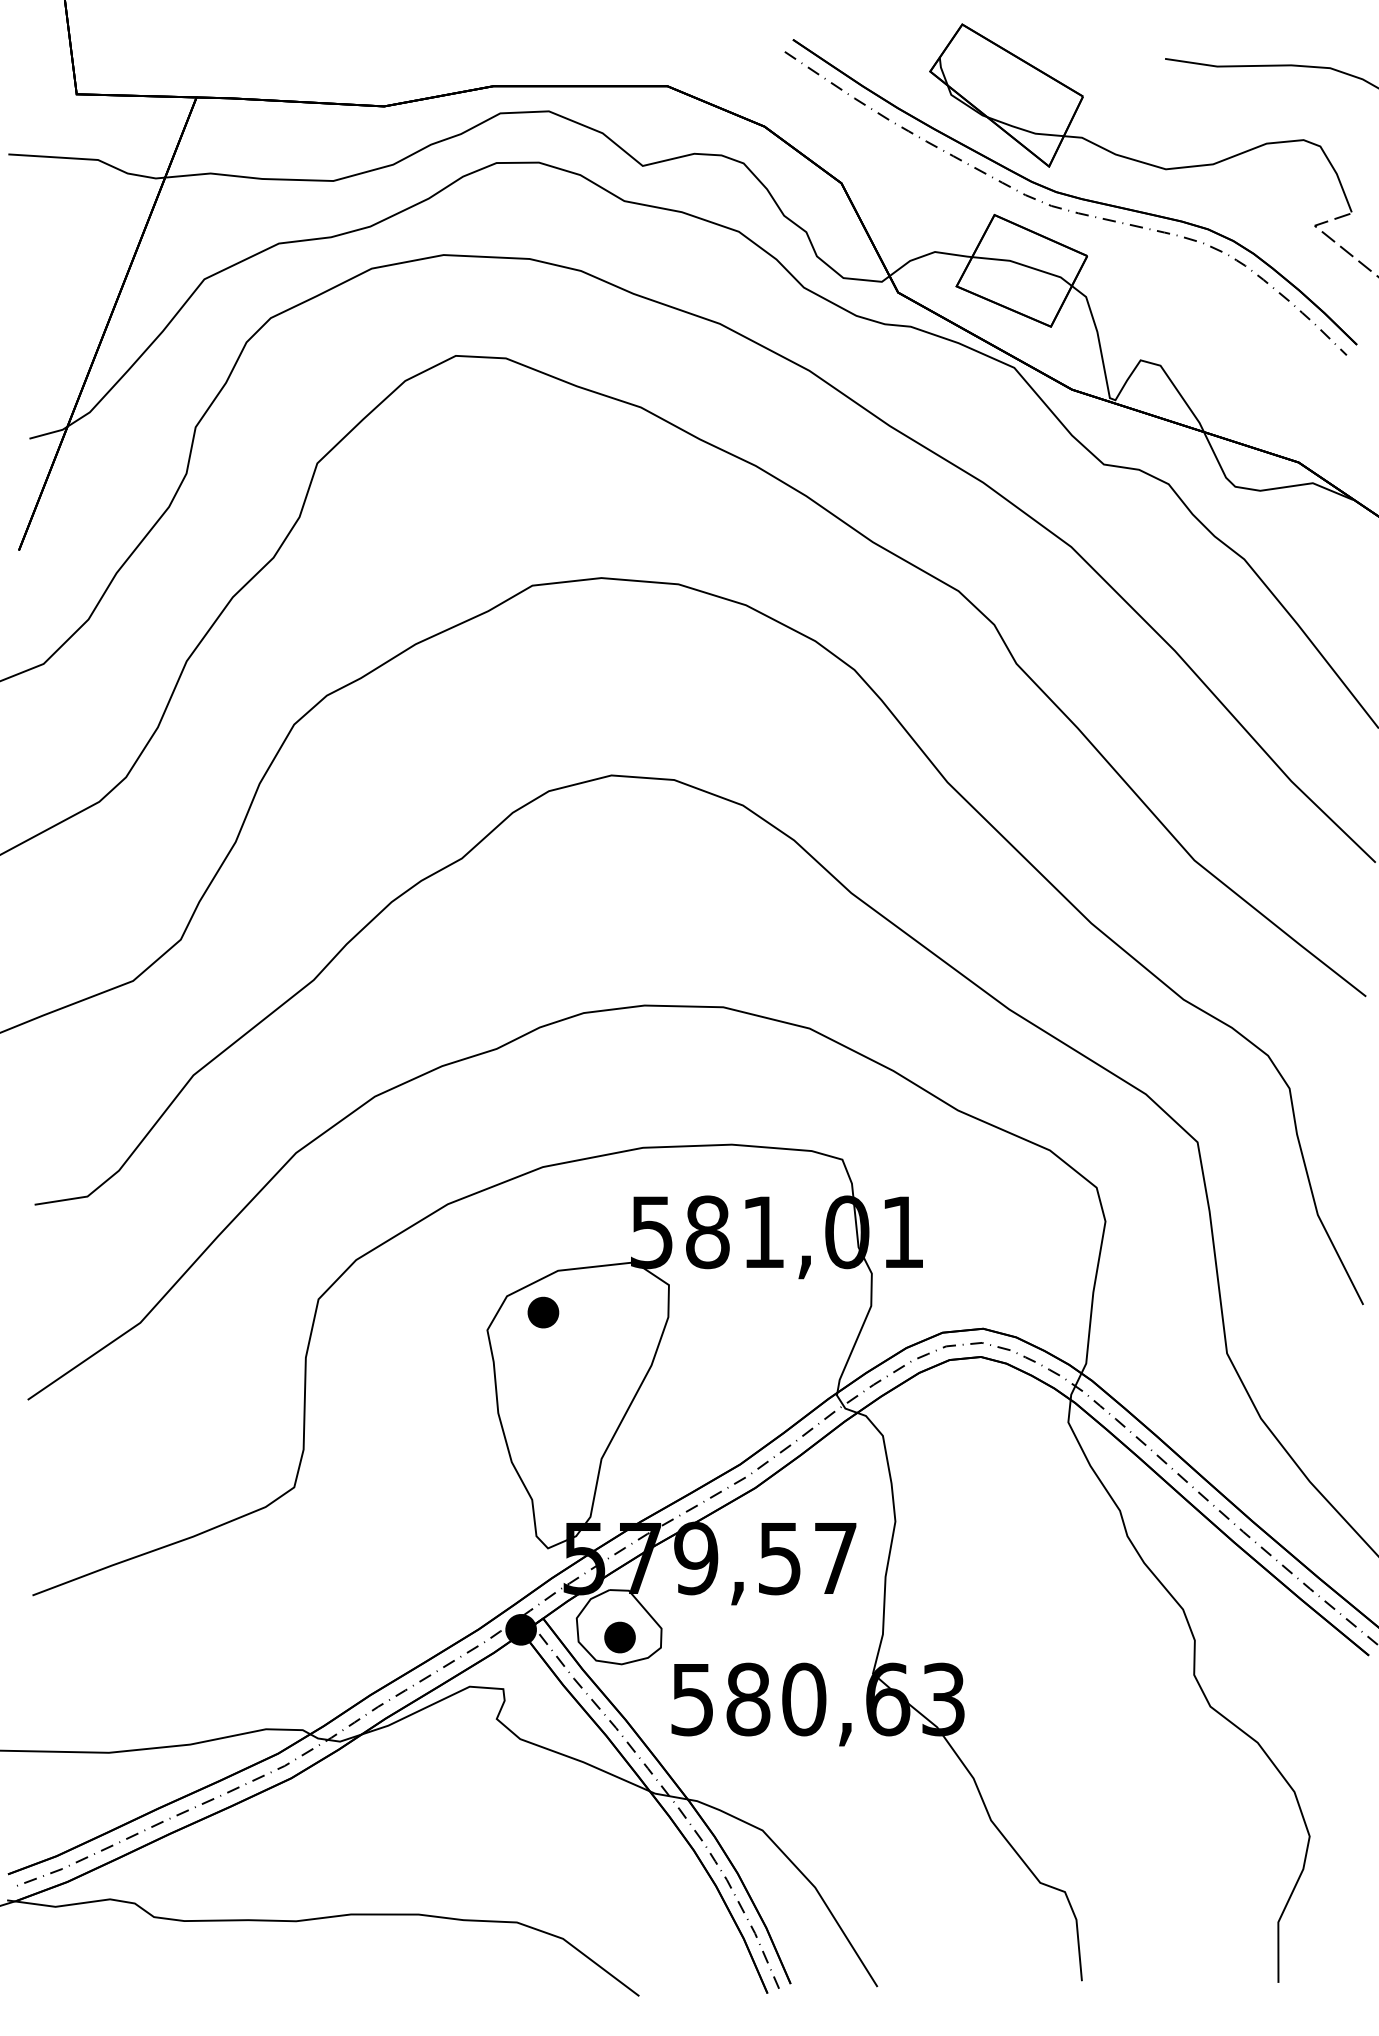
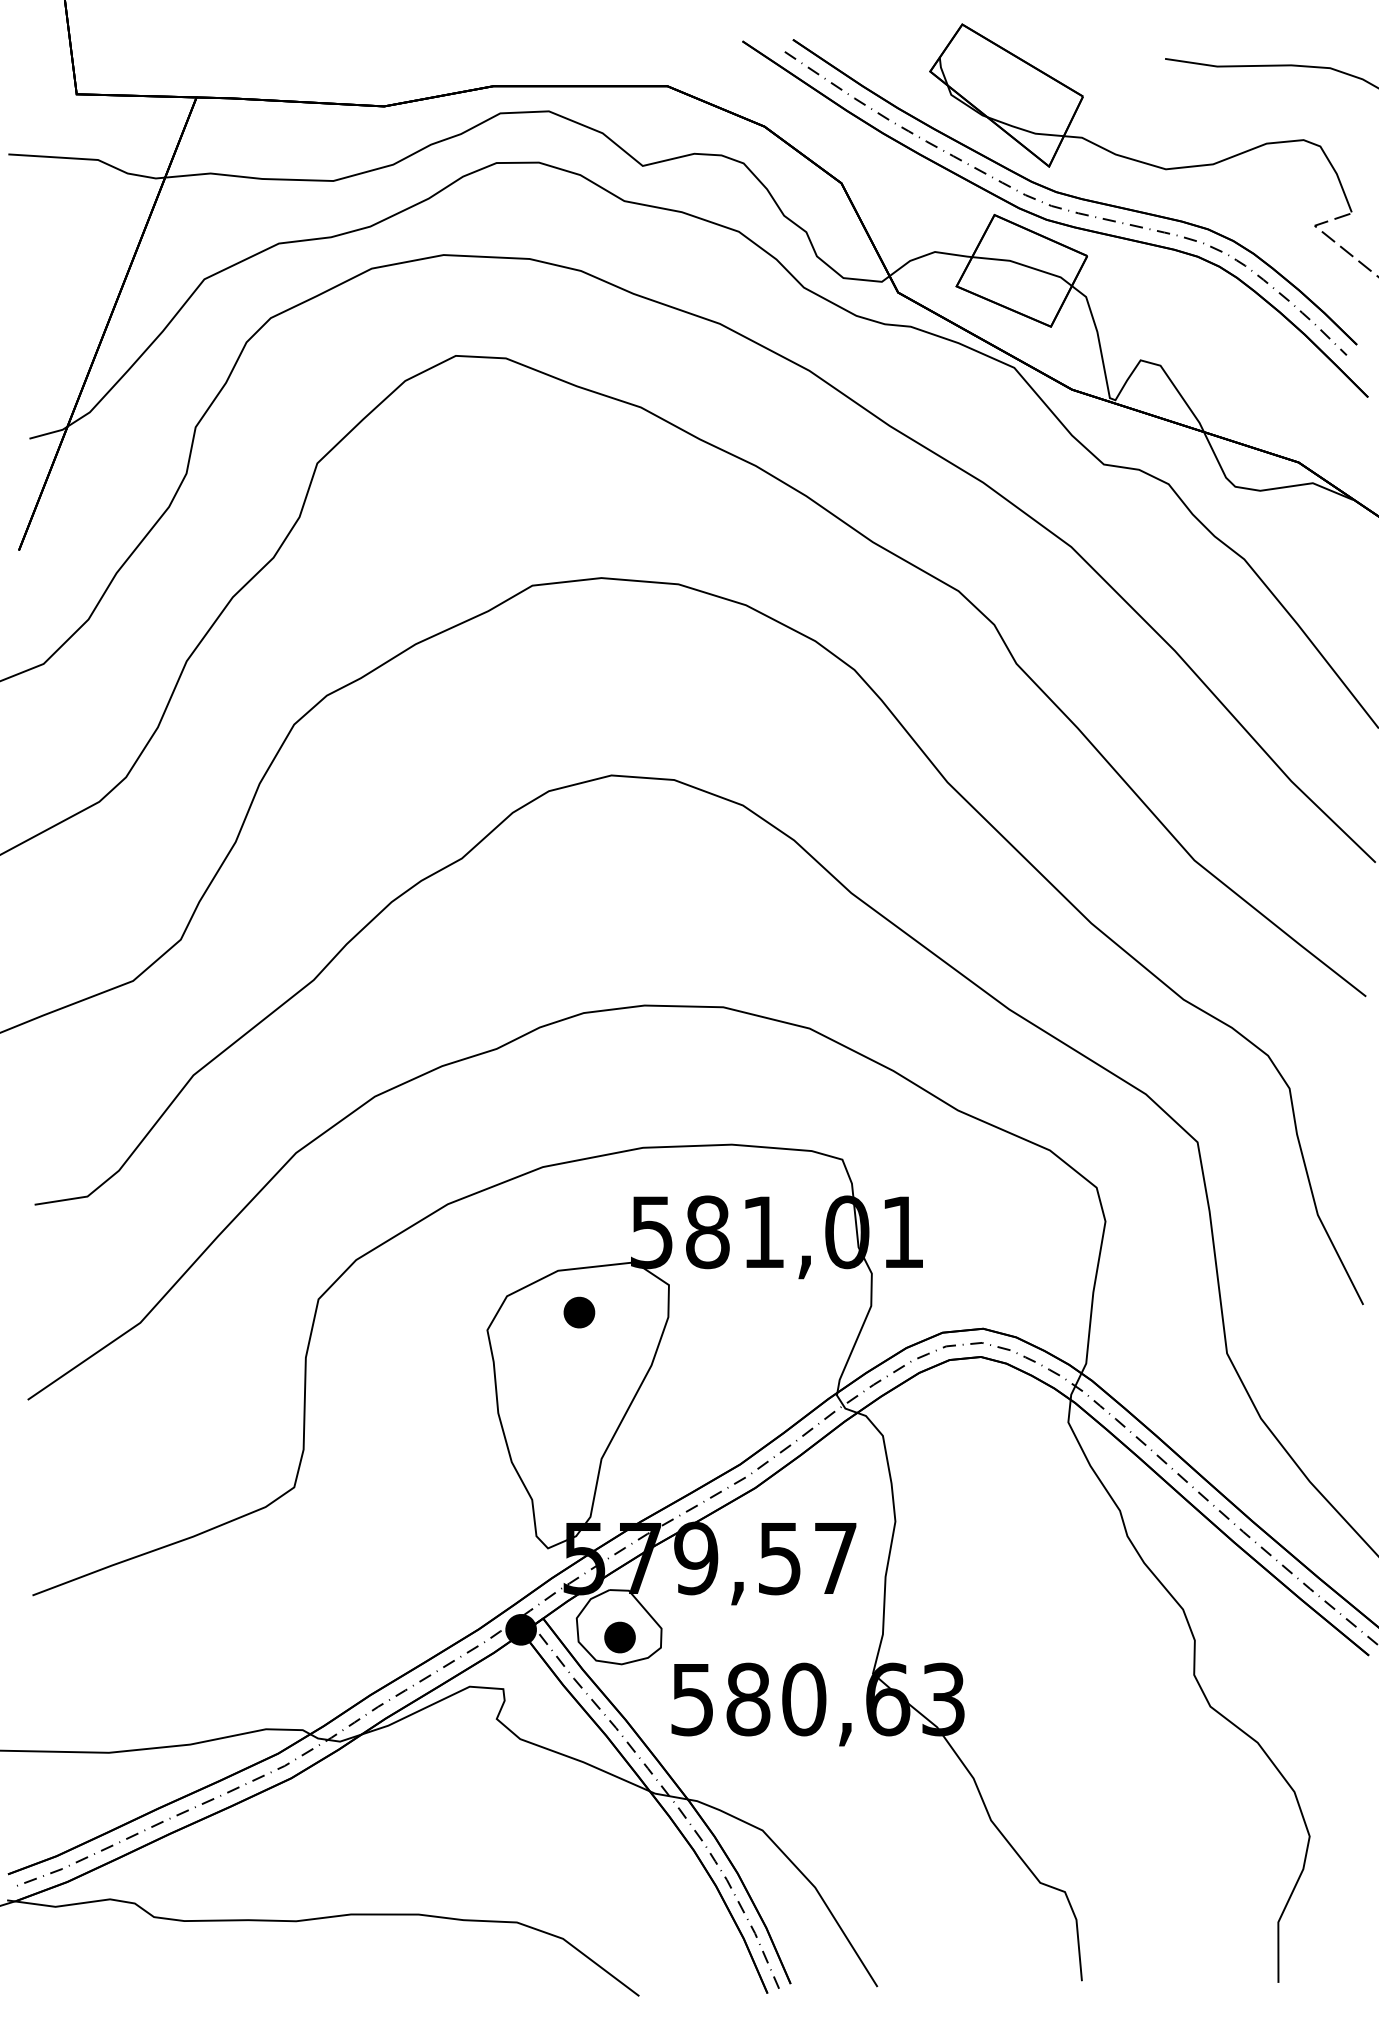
part at (1055, 218): none -> present
part at (543, 1312) position: (543, 1312) -> (579, 1312)
